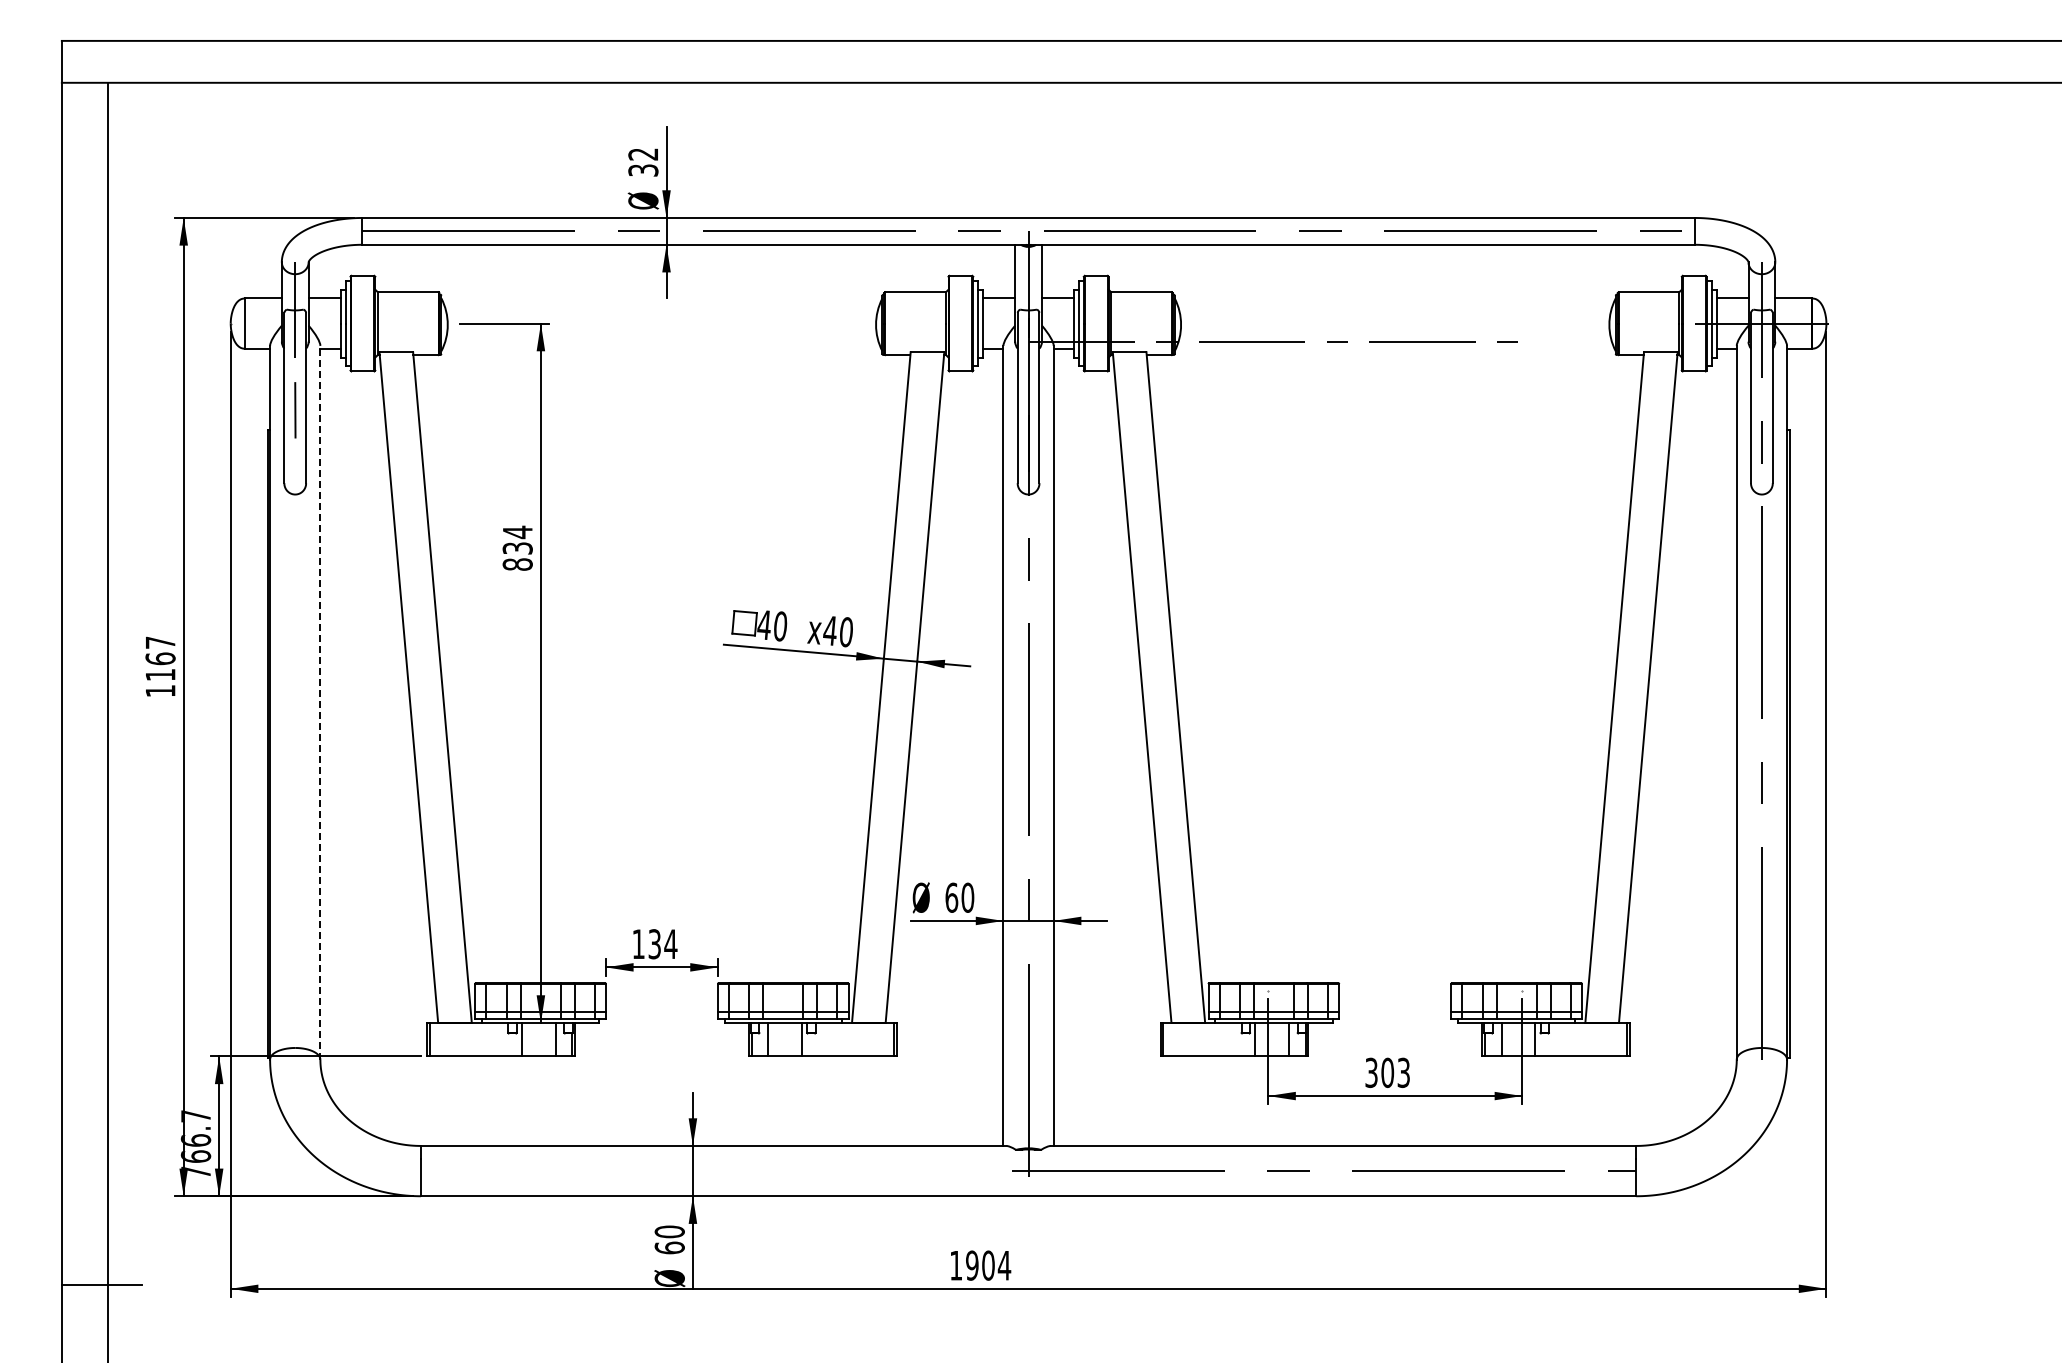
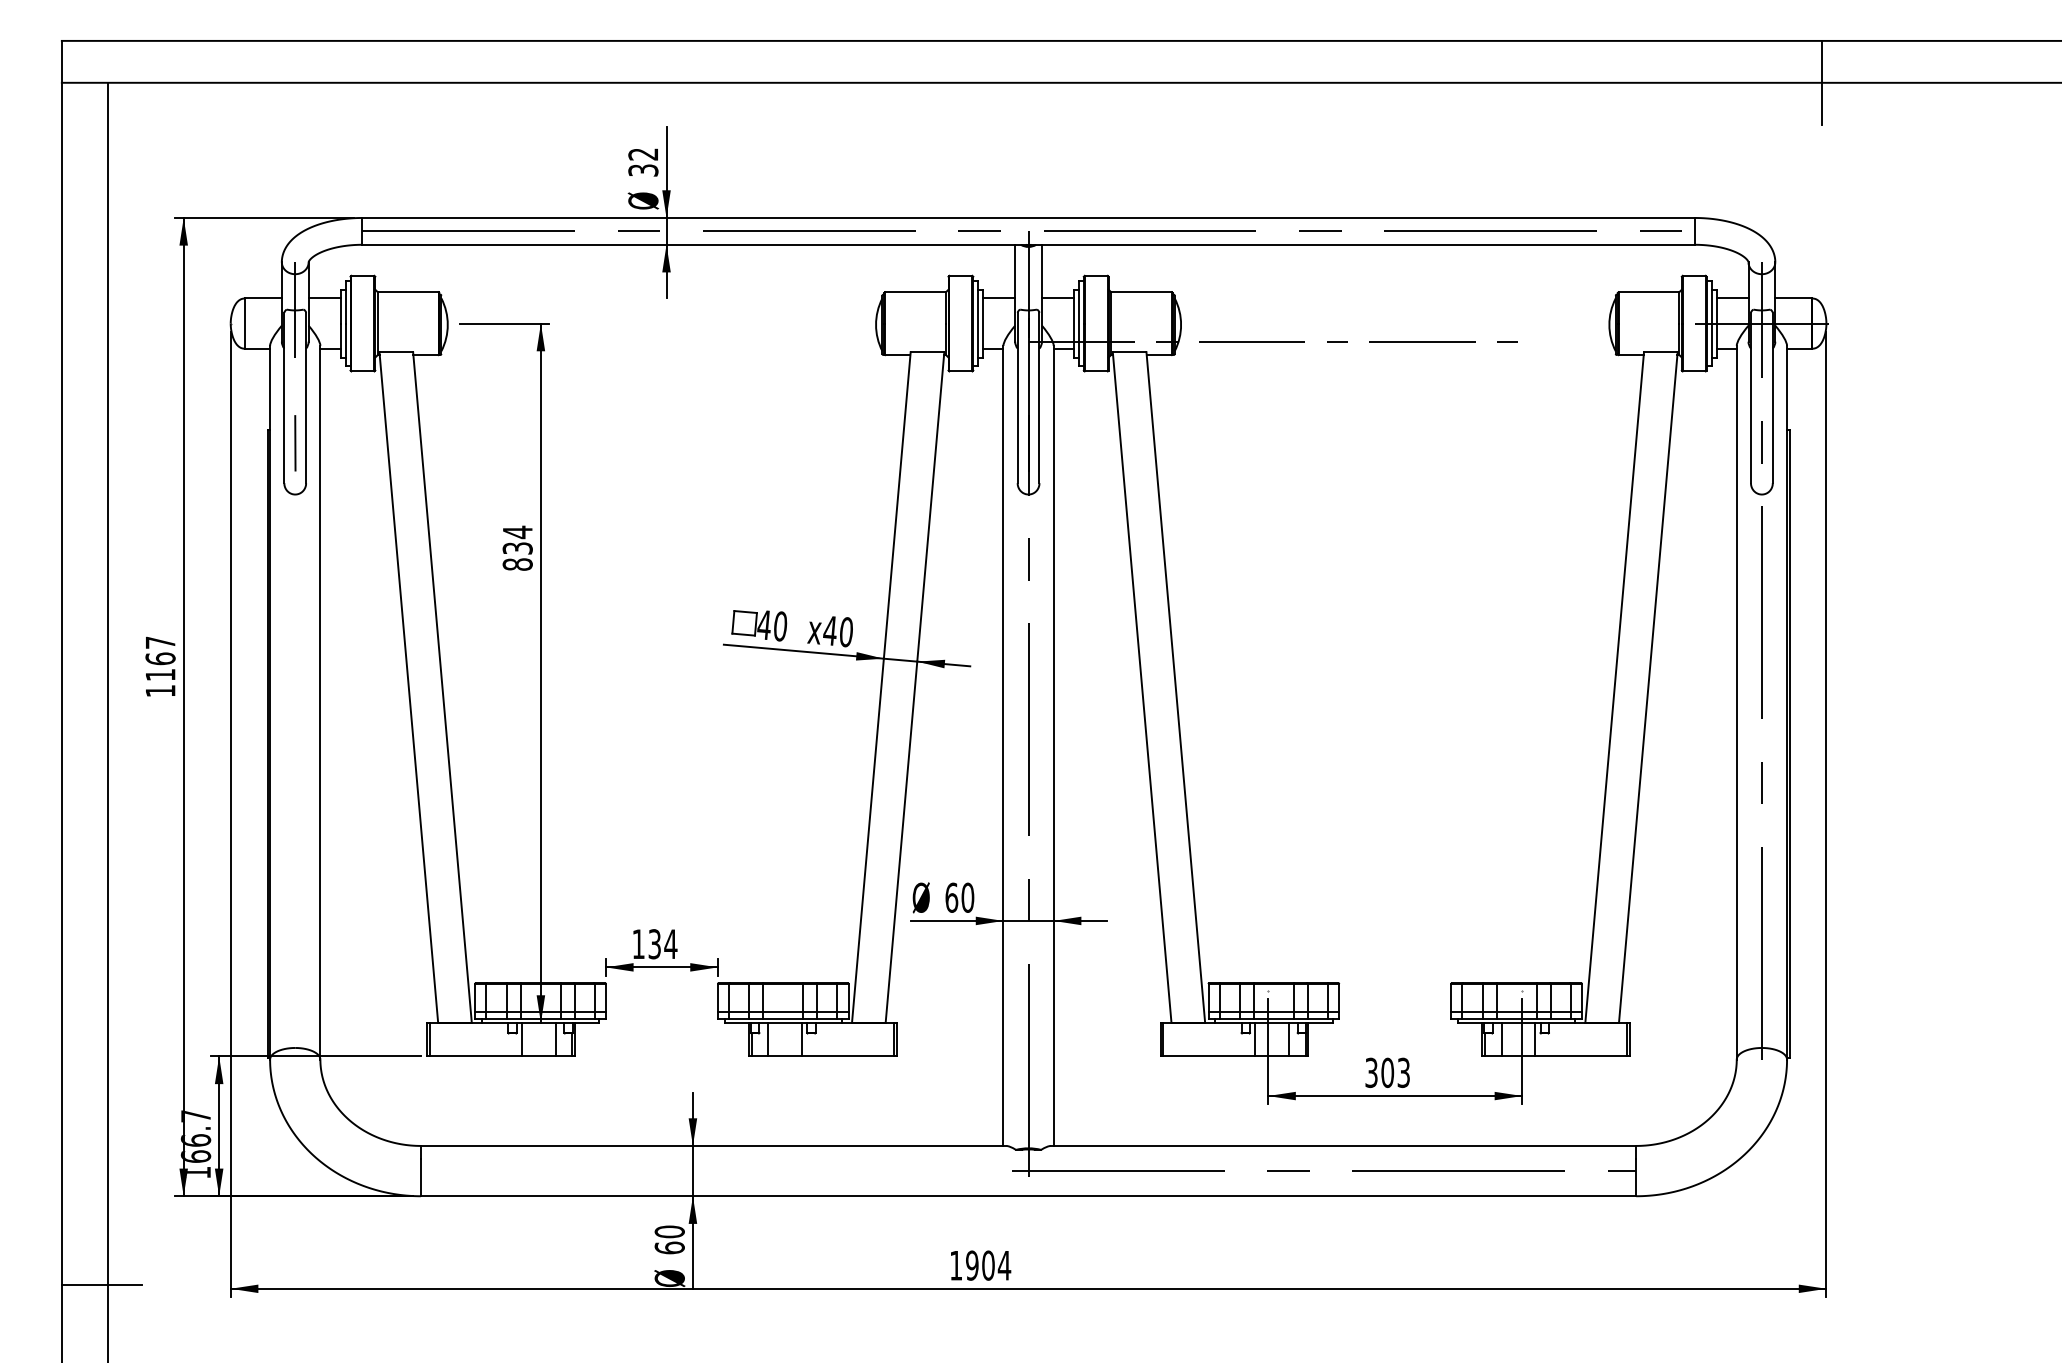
line at (1821, 82): none -> present
line at (295, 410) position: (295, 410) -> (295, 443)
line at (320, 702): dashed -> solid
text at (195, 1171): 766.7 -> 166.7
